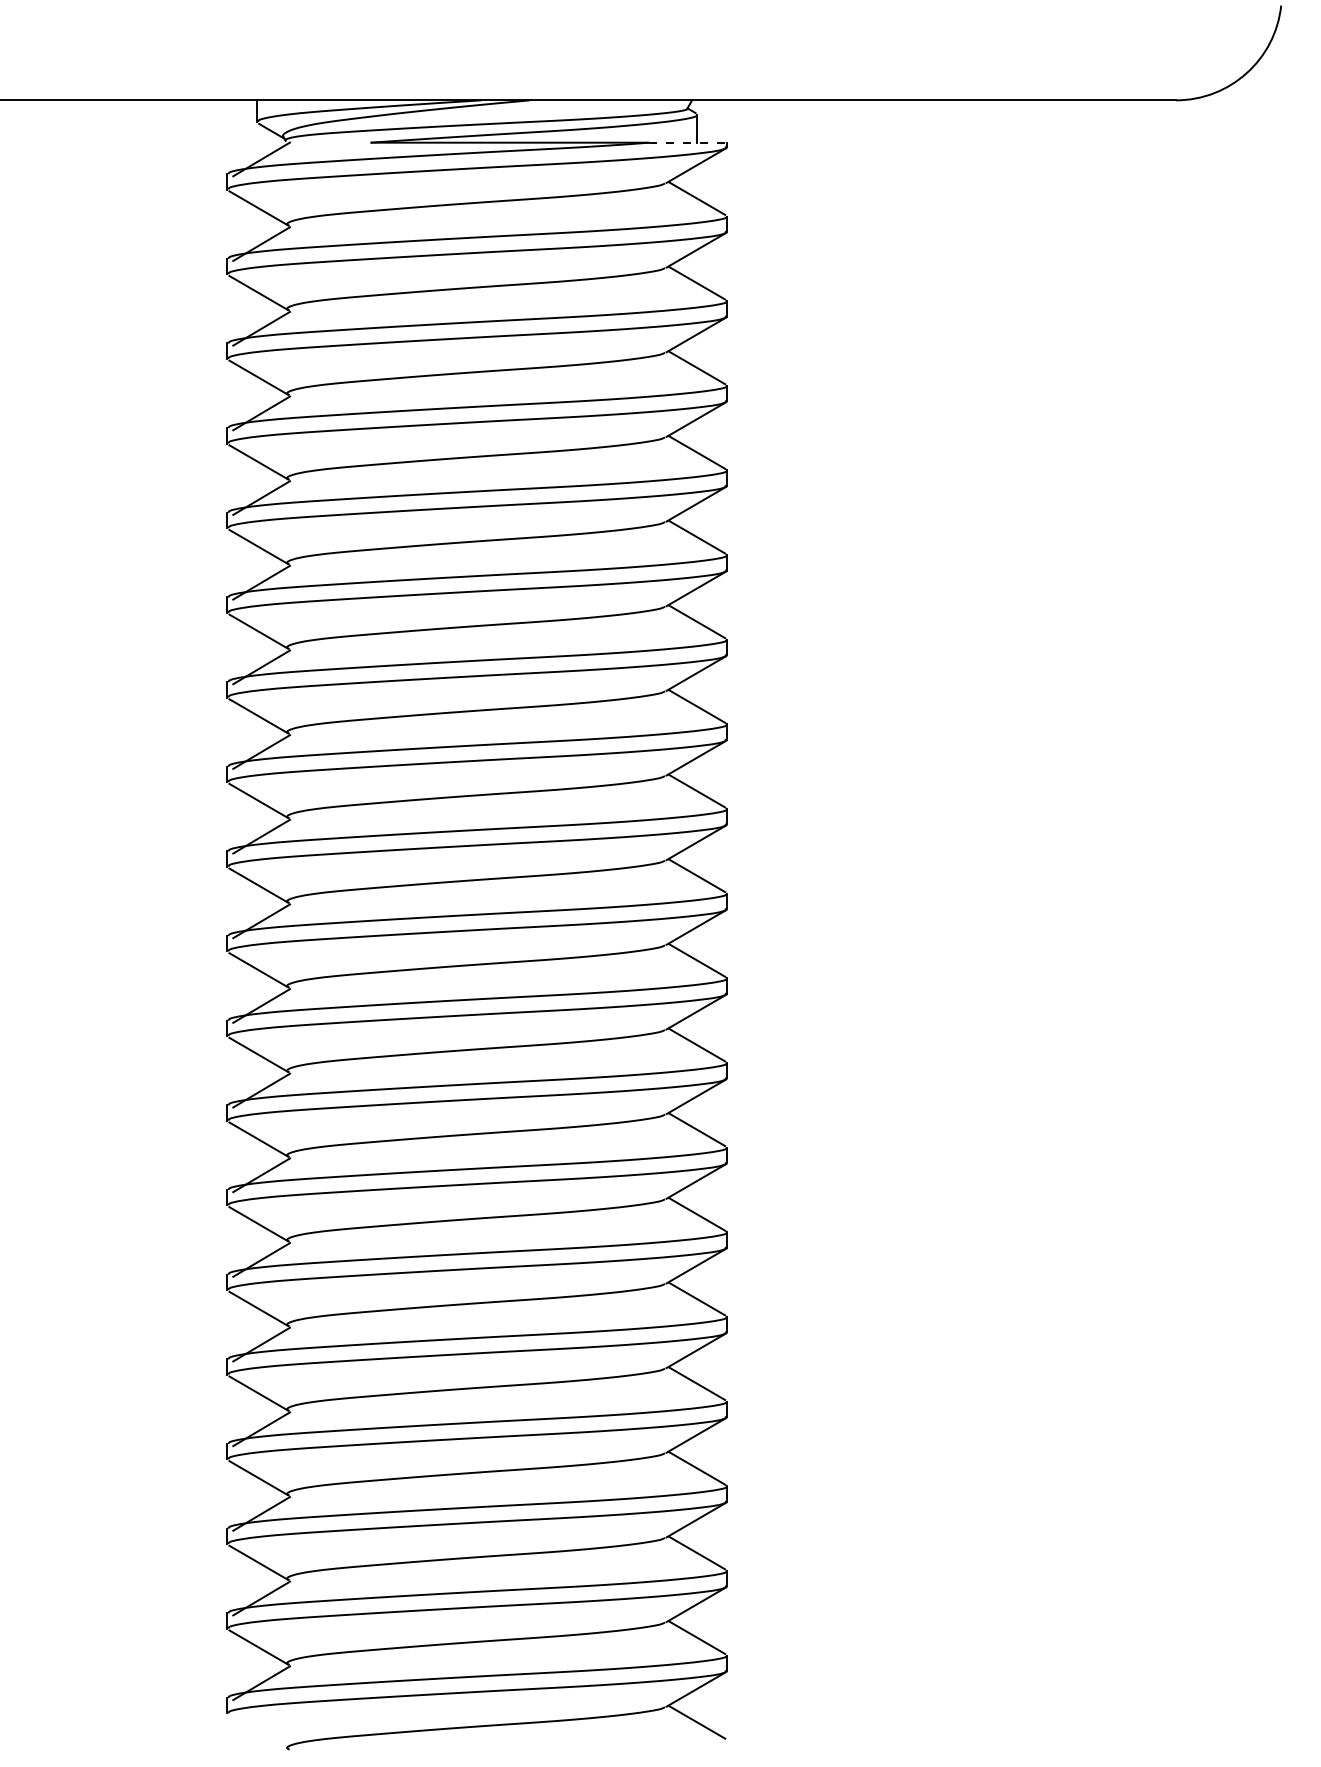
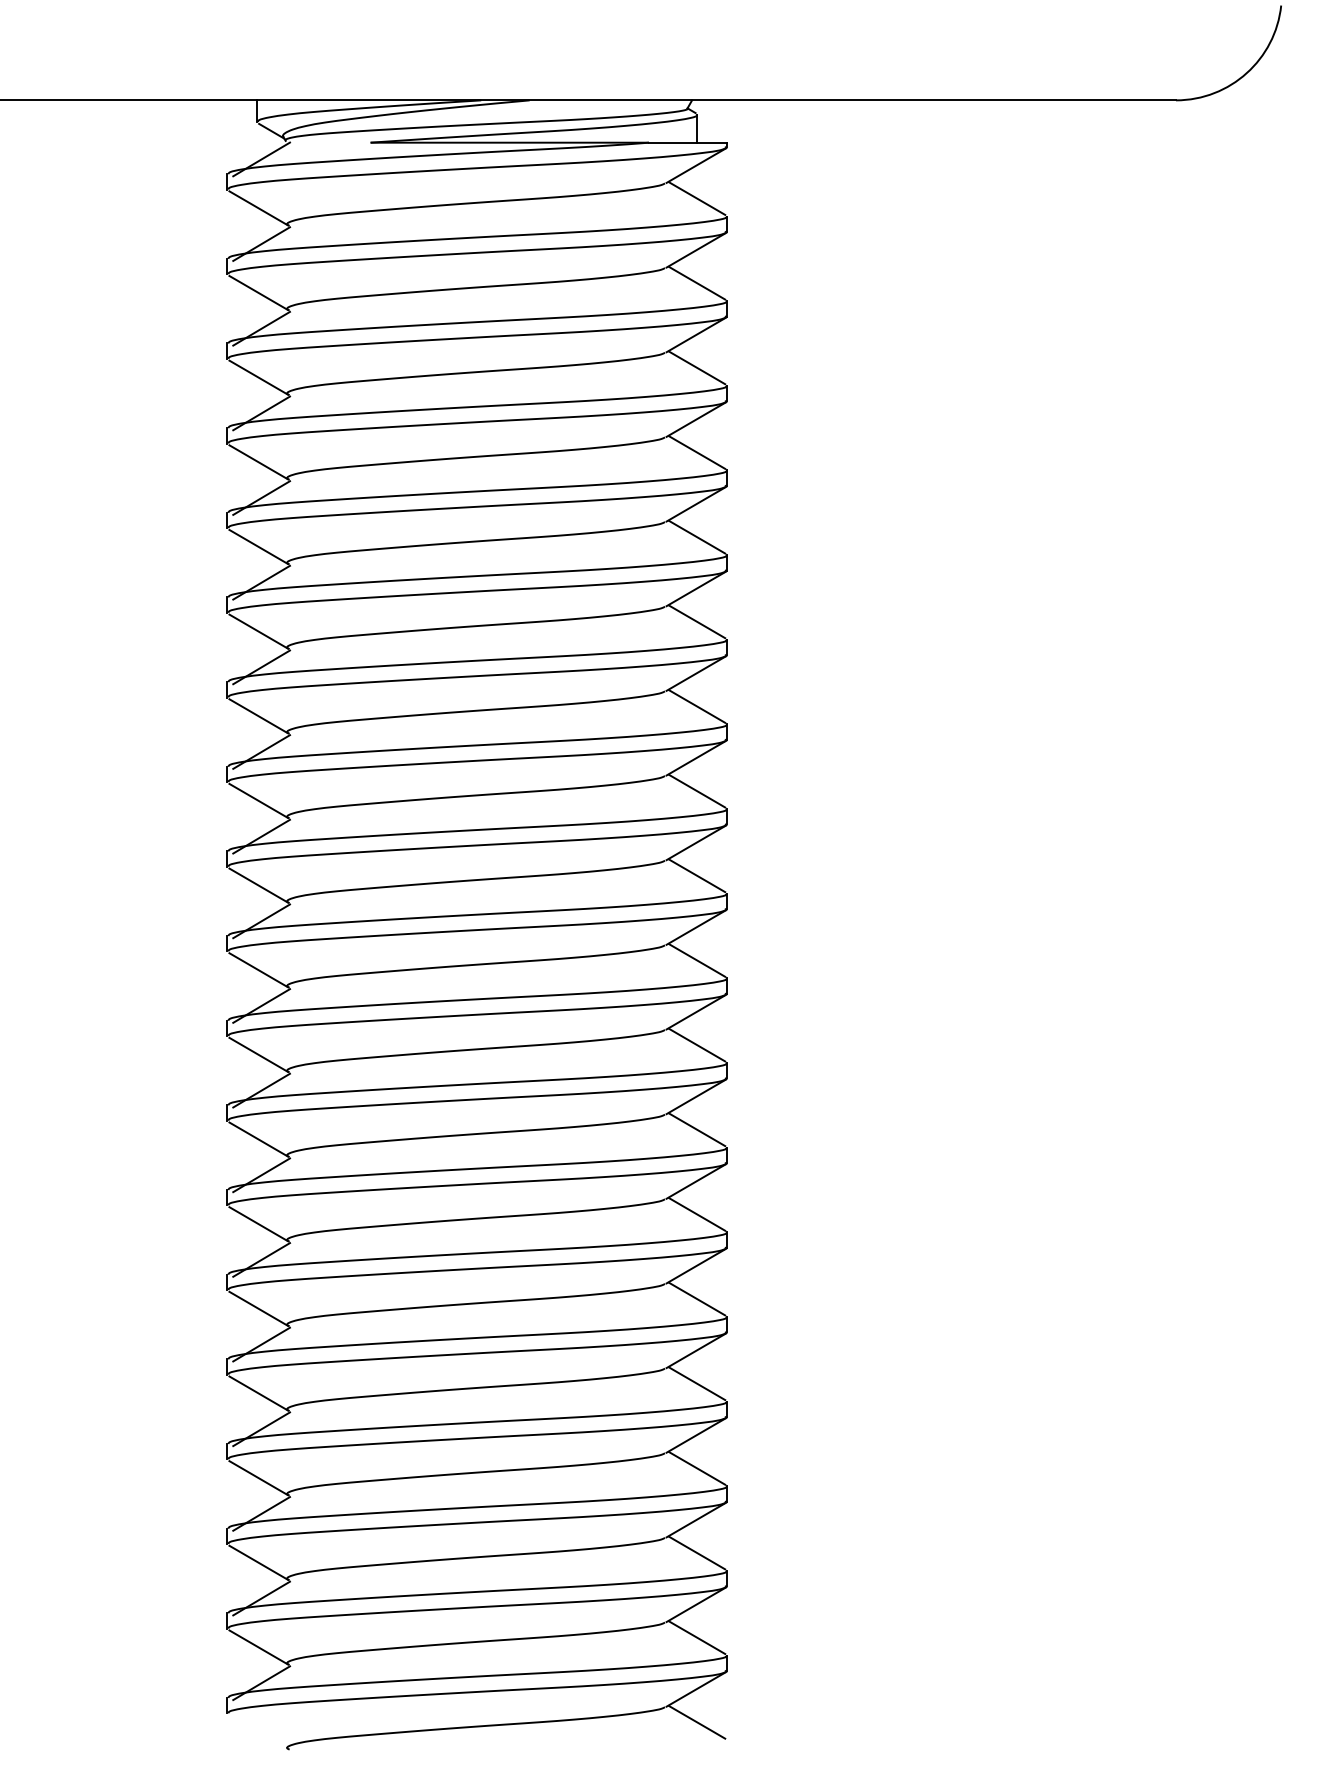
line at (687, 142): dashed -> solid
